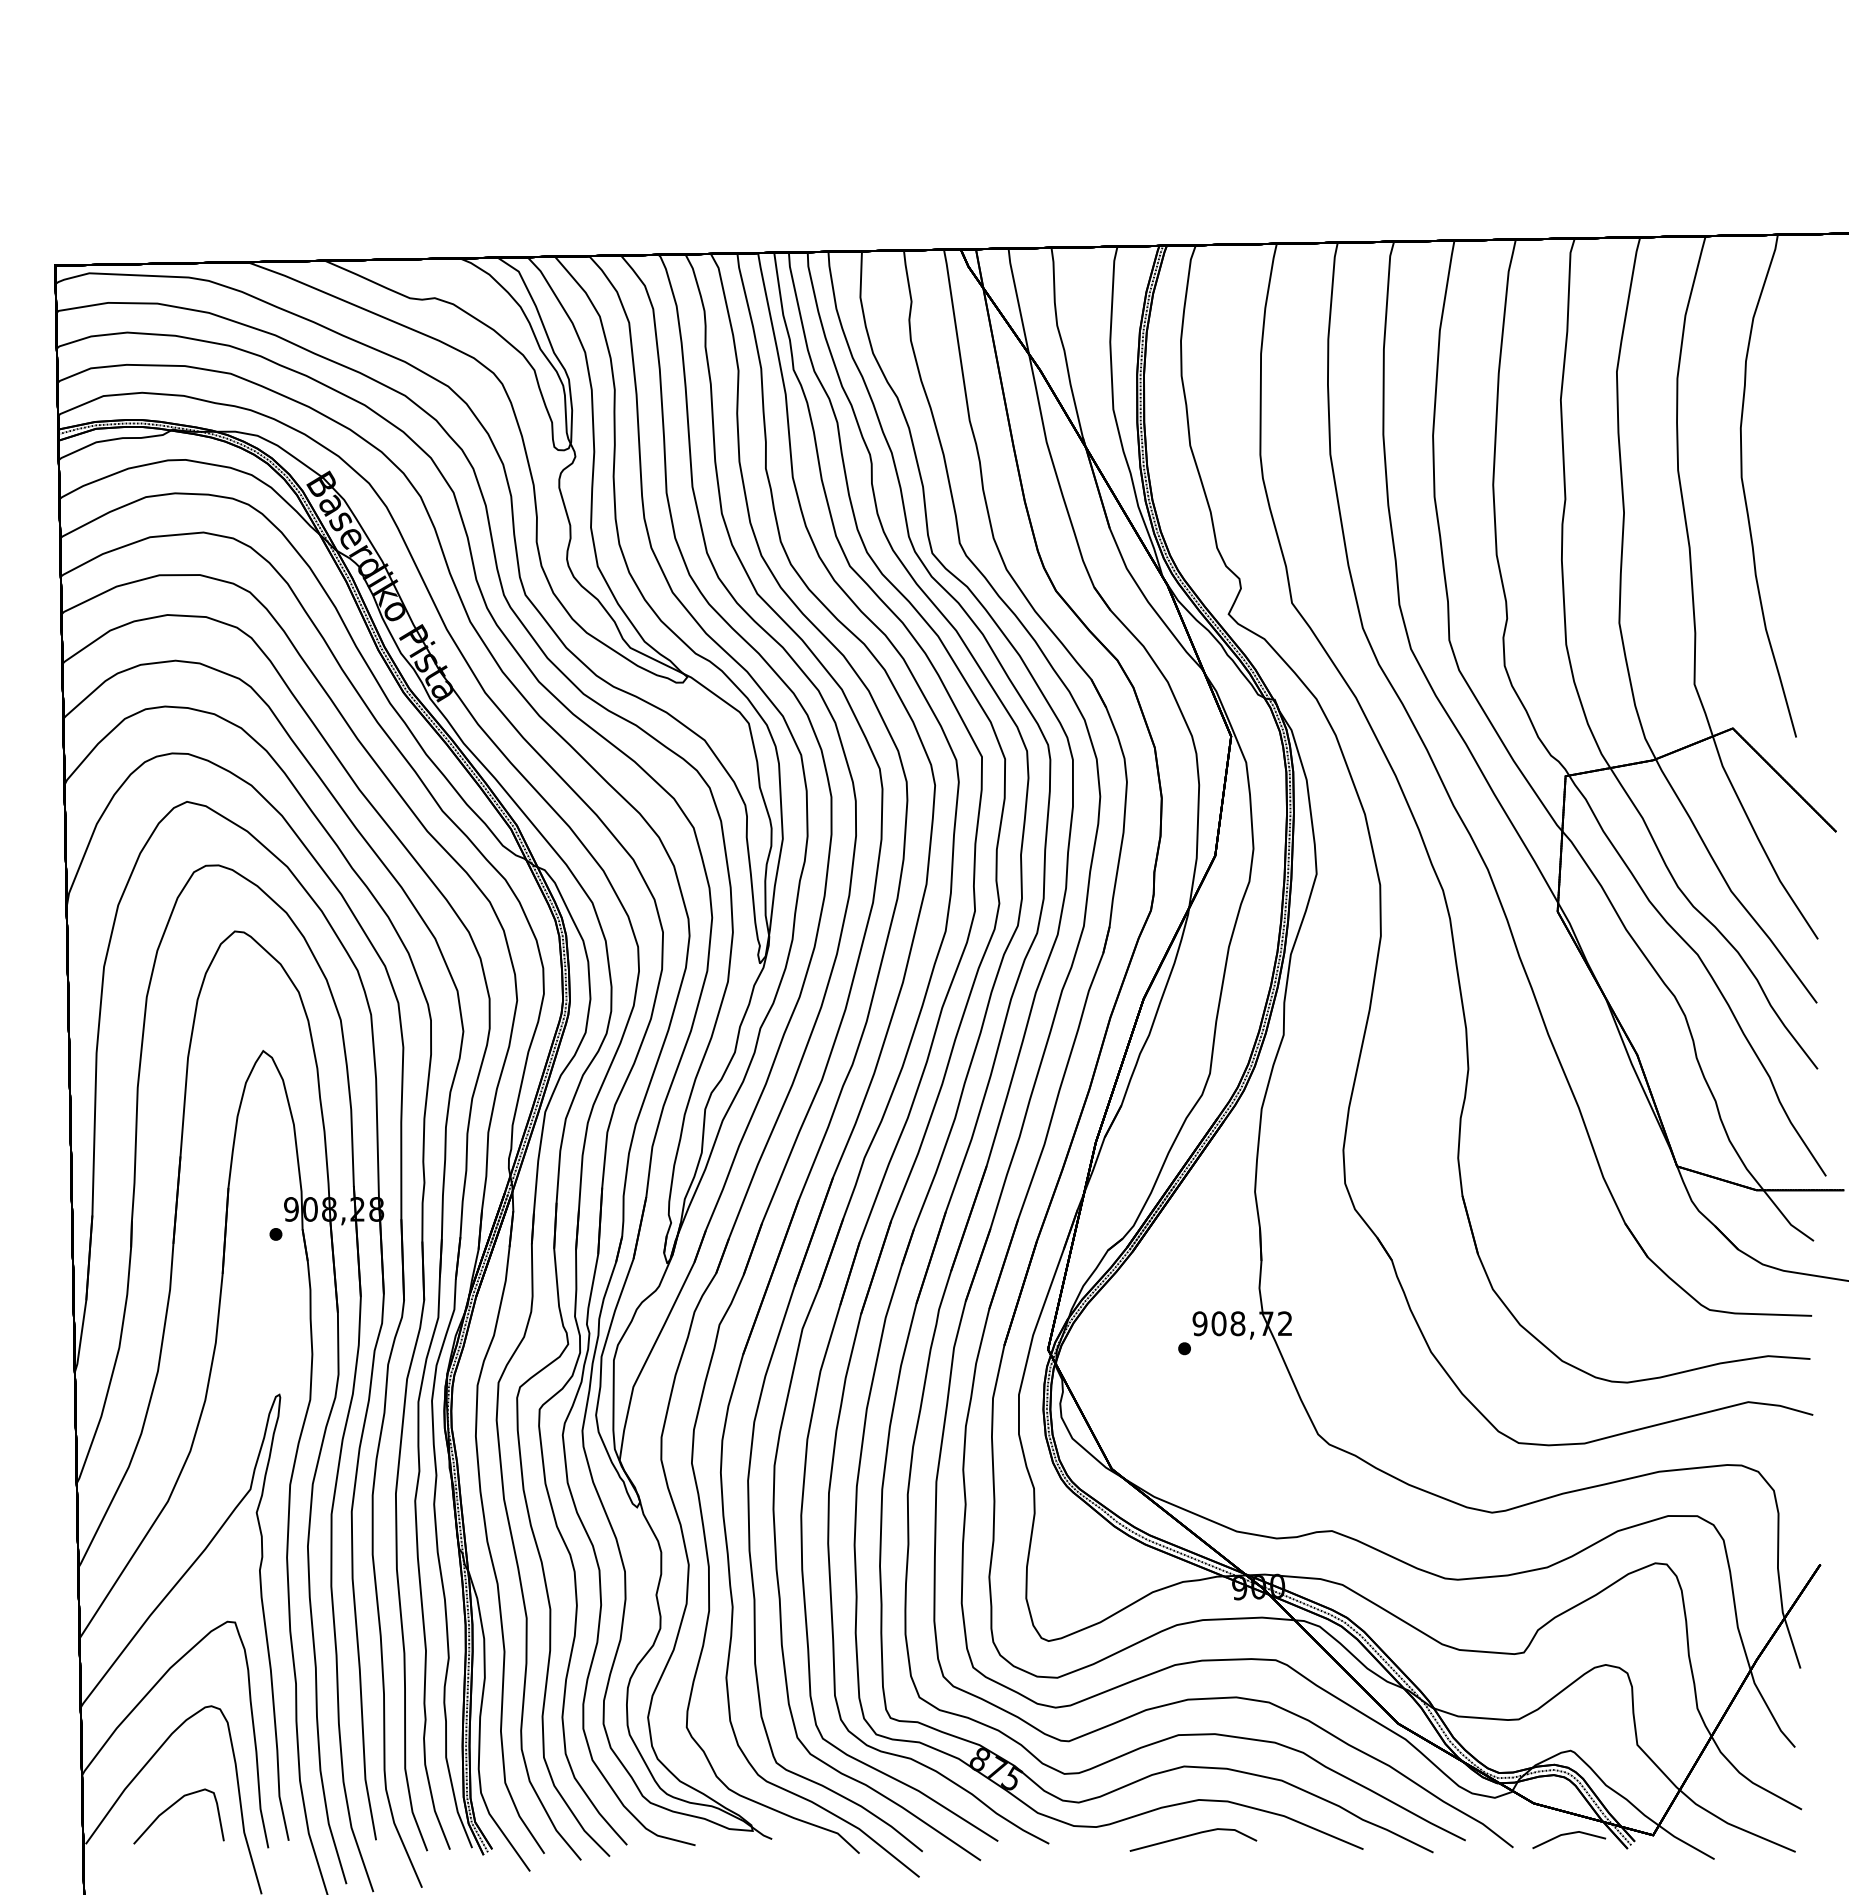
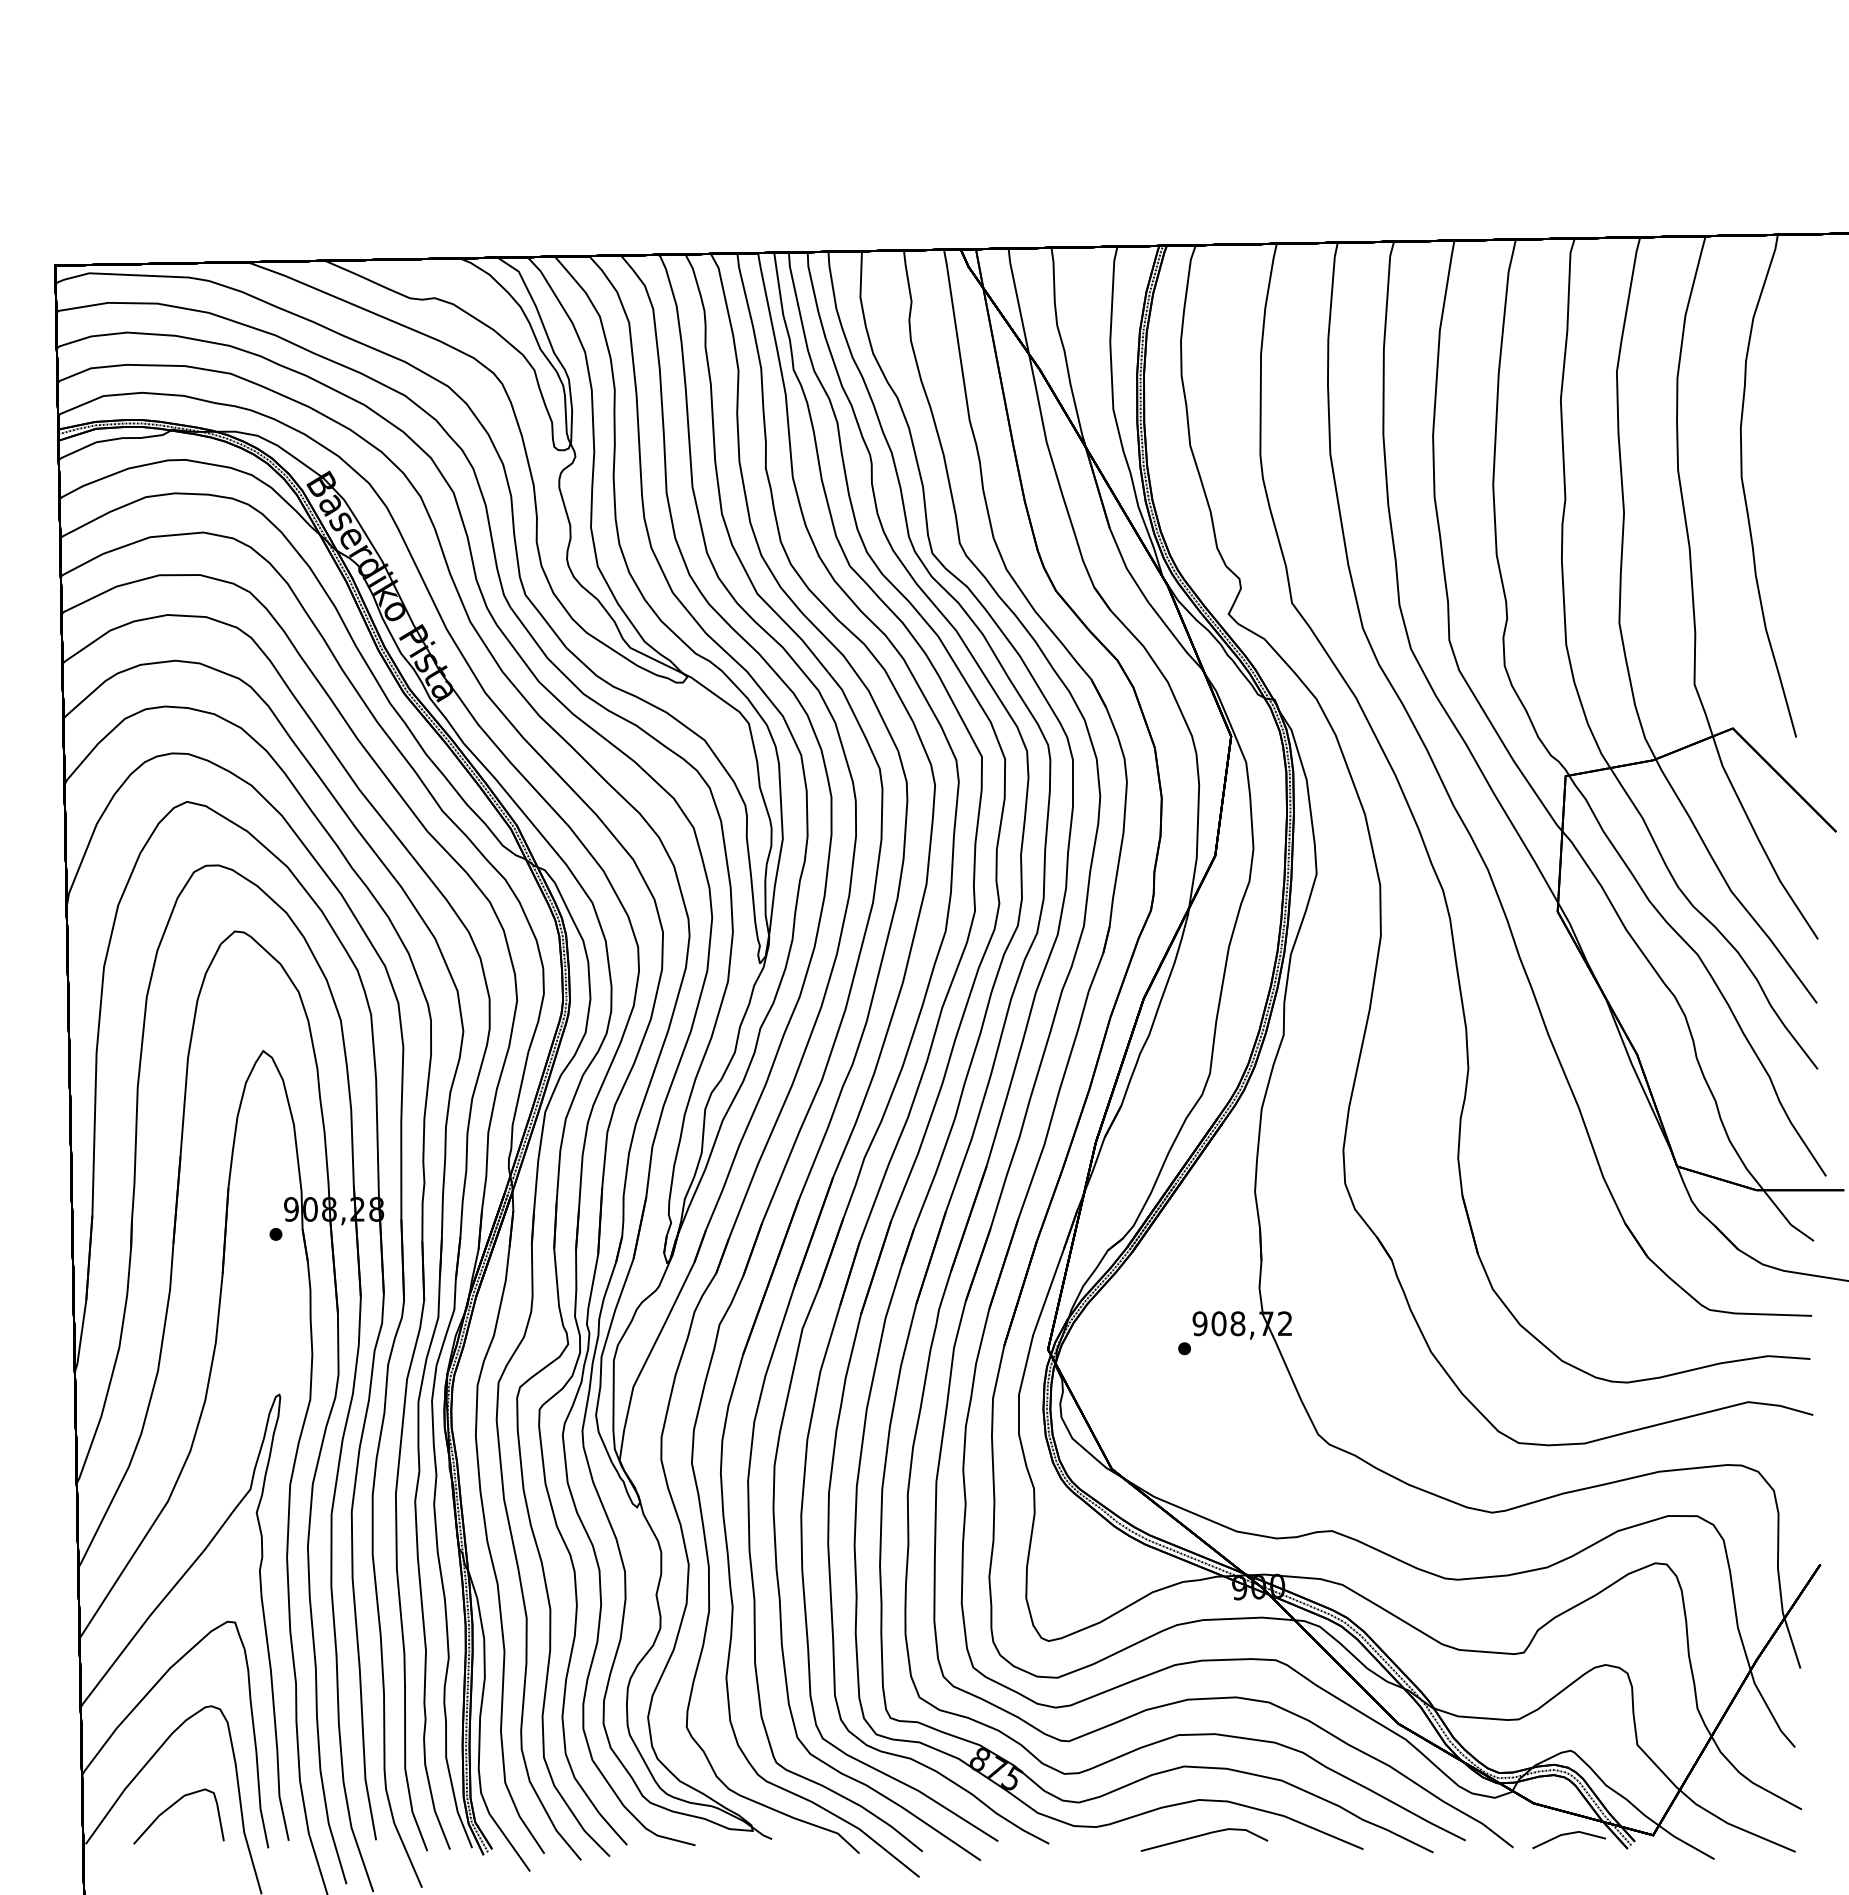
line at (1193, 1835) position: (1193, 1835) -> (1204, 1835)
